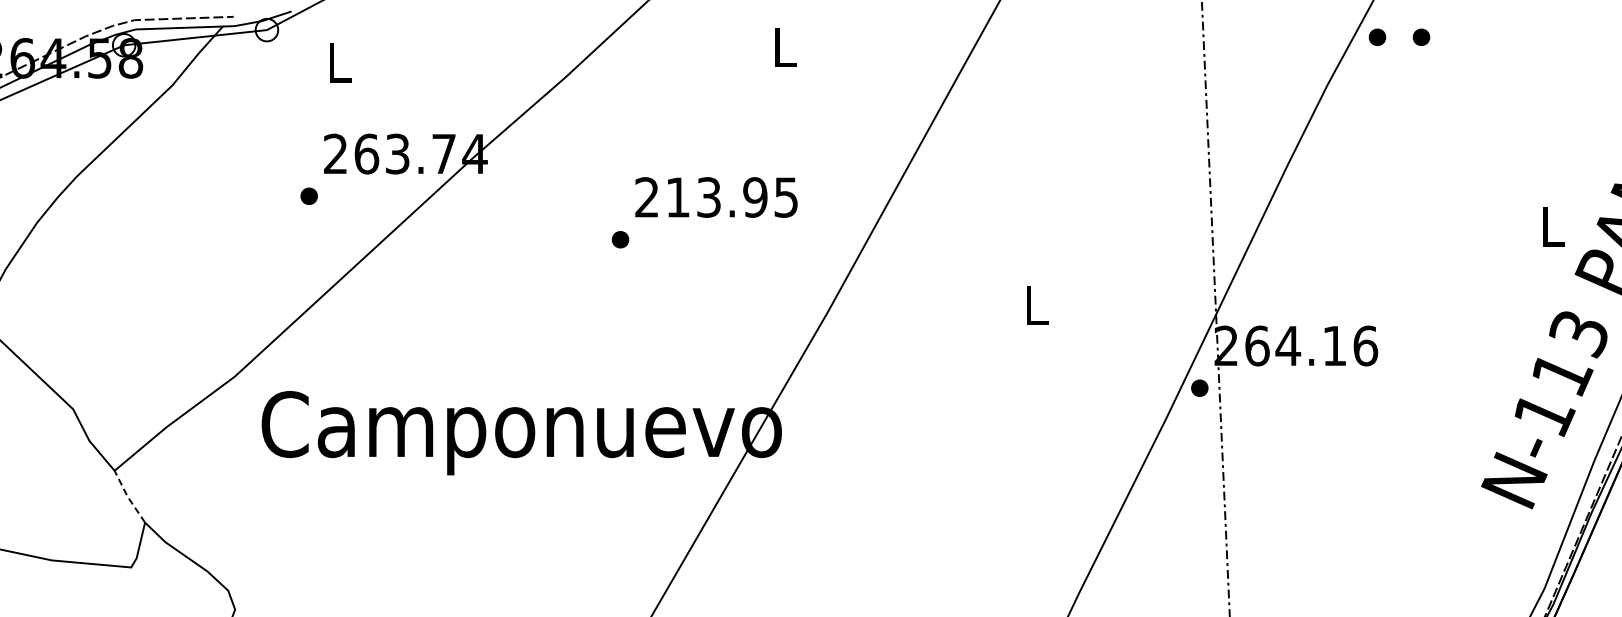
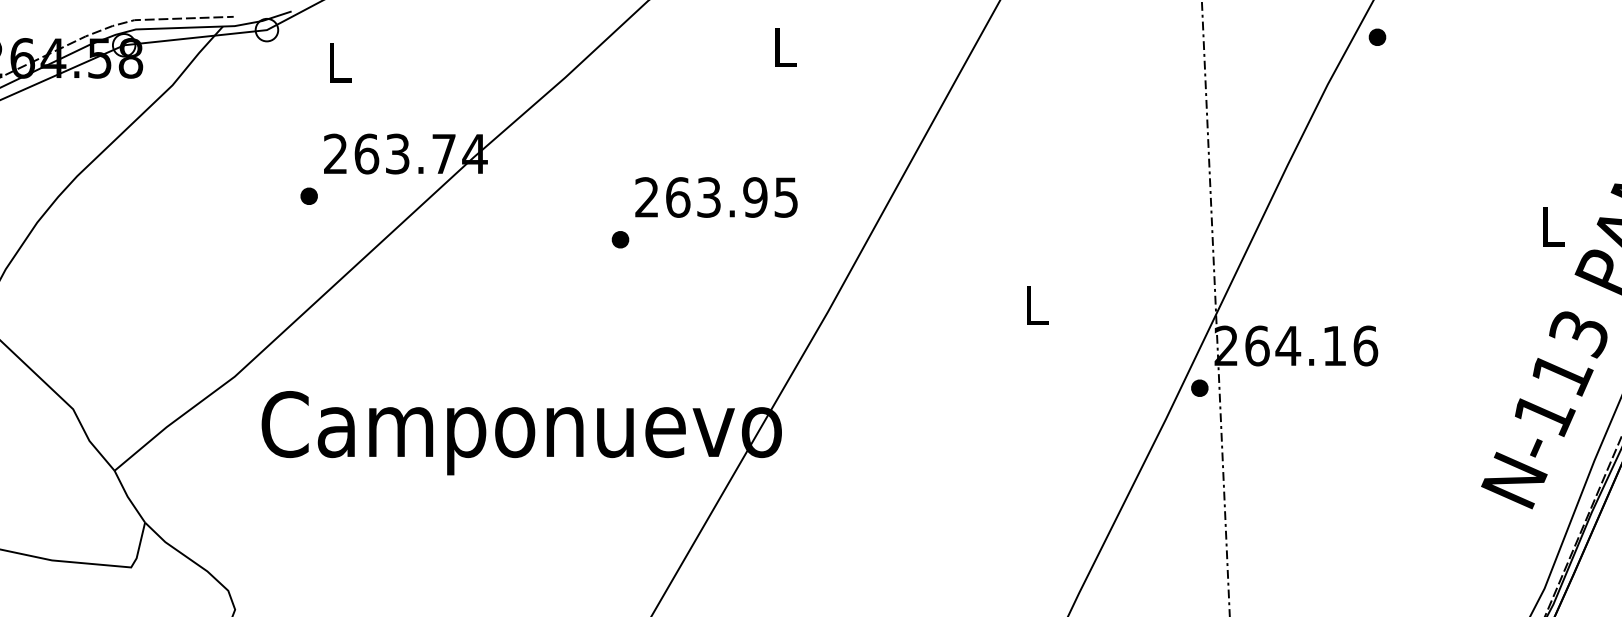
part at (1421, 36): present -> none
text at (678, 197): 213.95 -> 263.95
line at (127, 496): dashed -> solid
